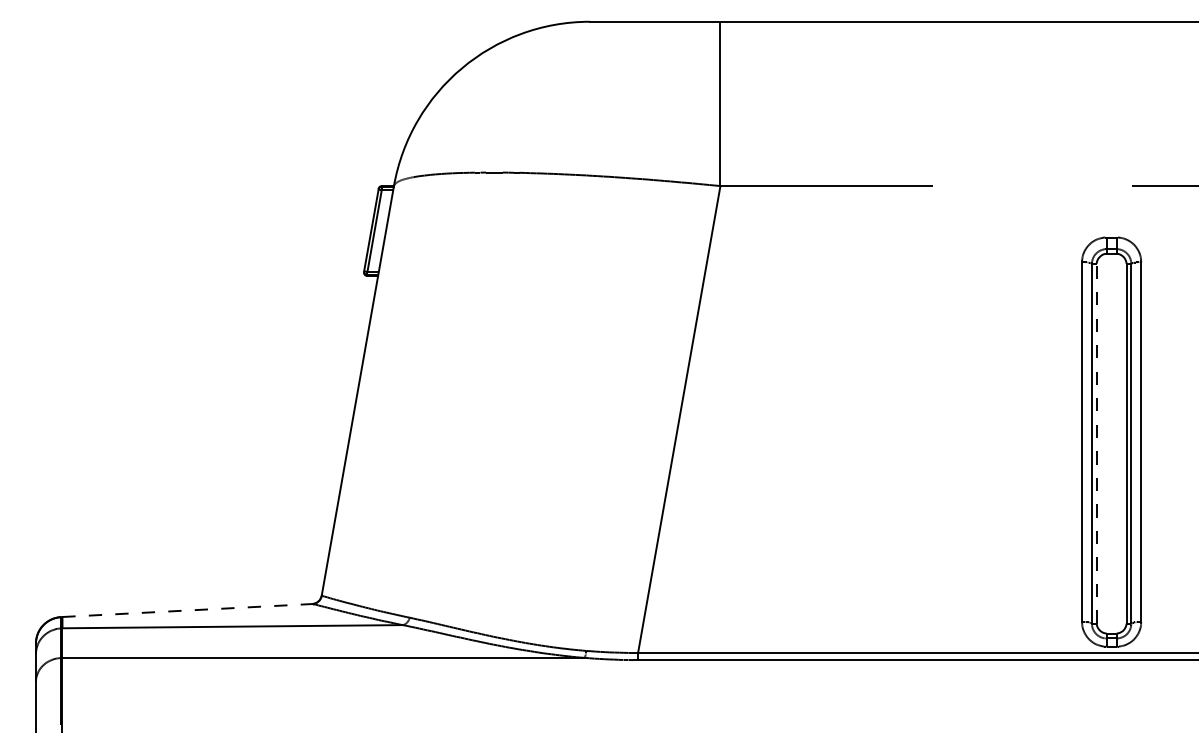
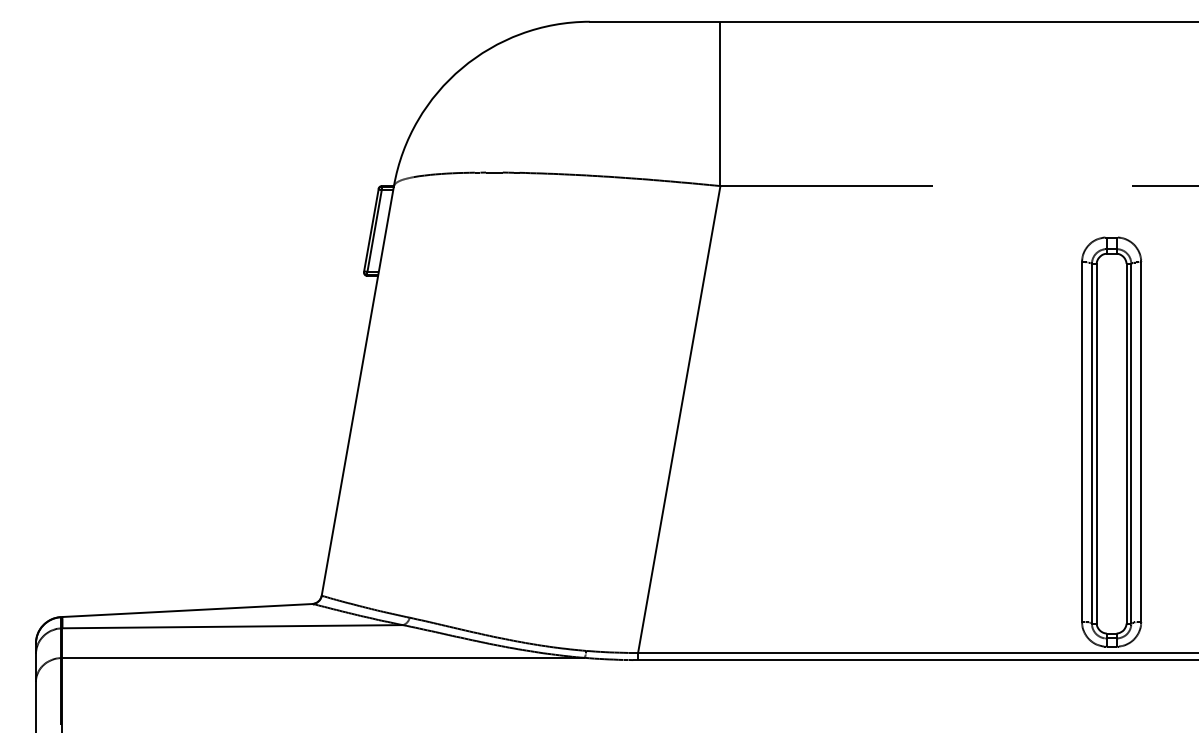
line at (1096, 443): dashed -> solid
line at (187, 610): dashed -> solid
